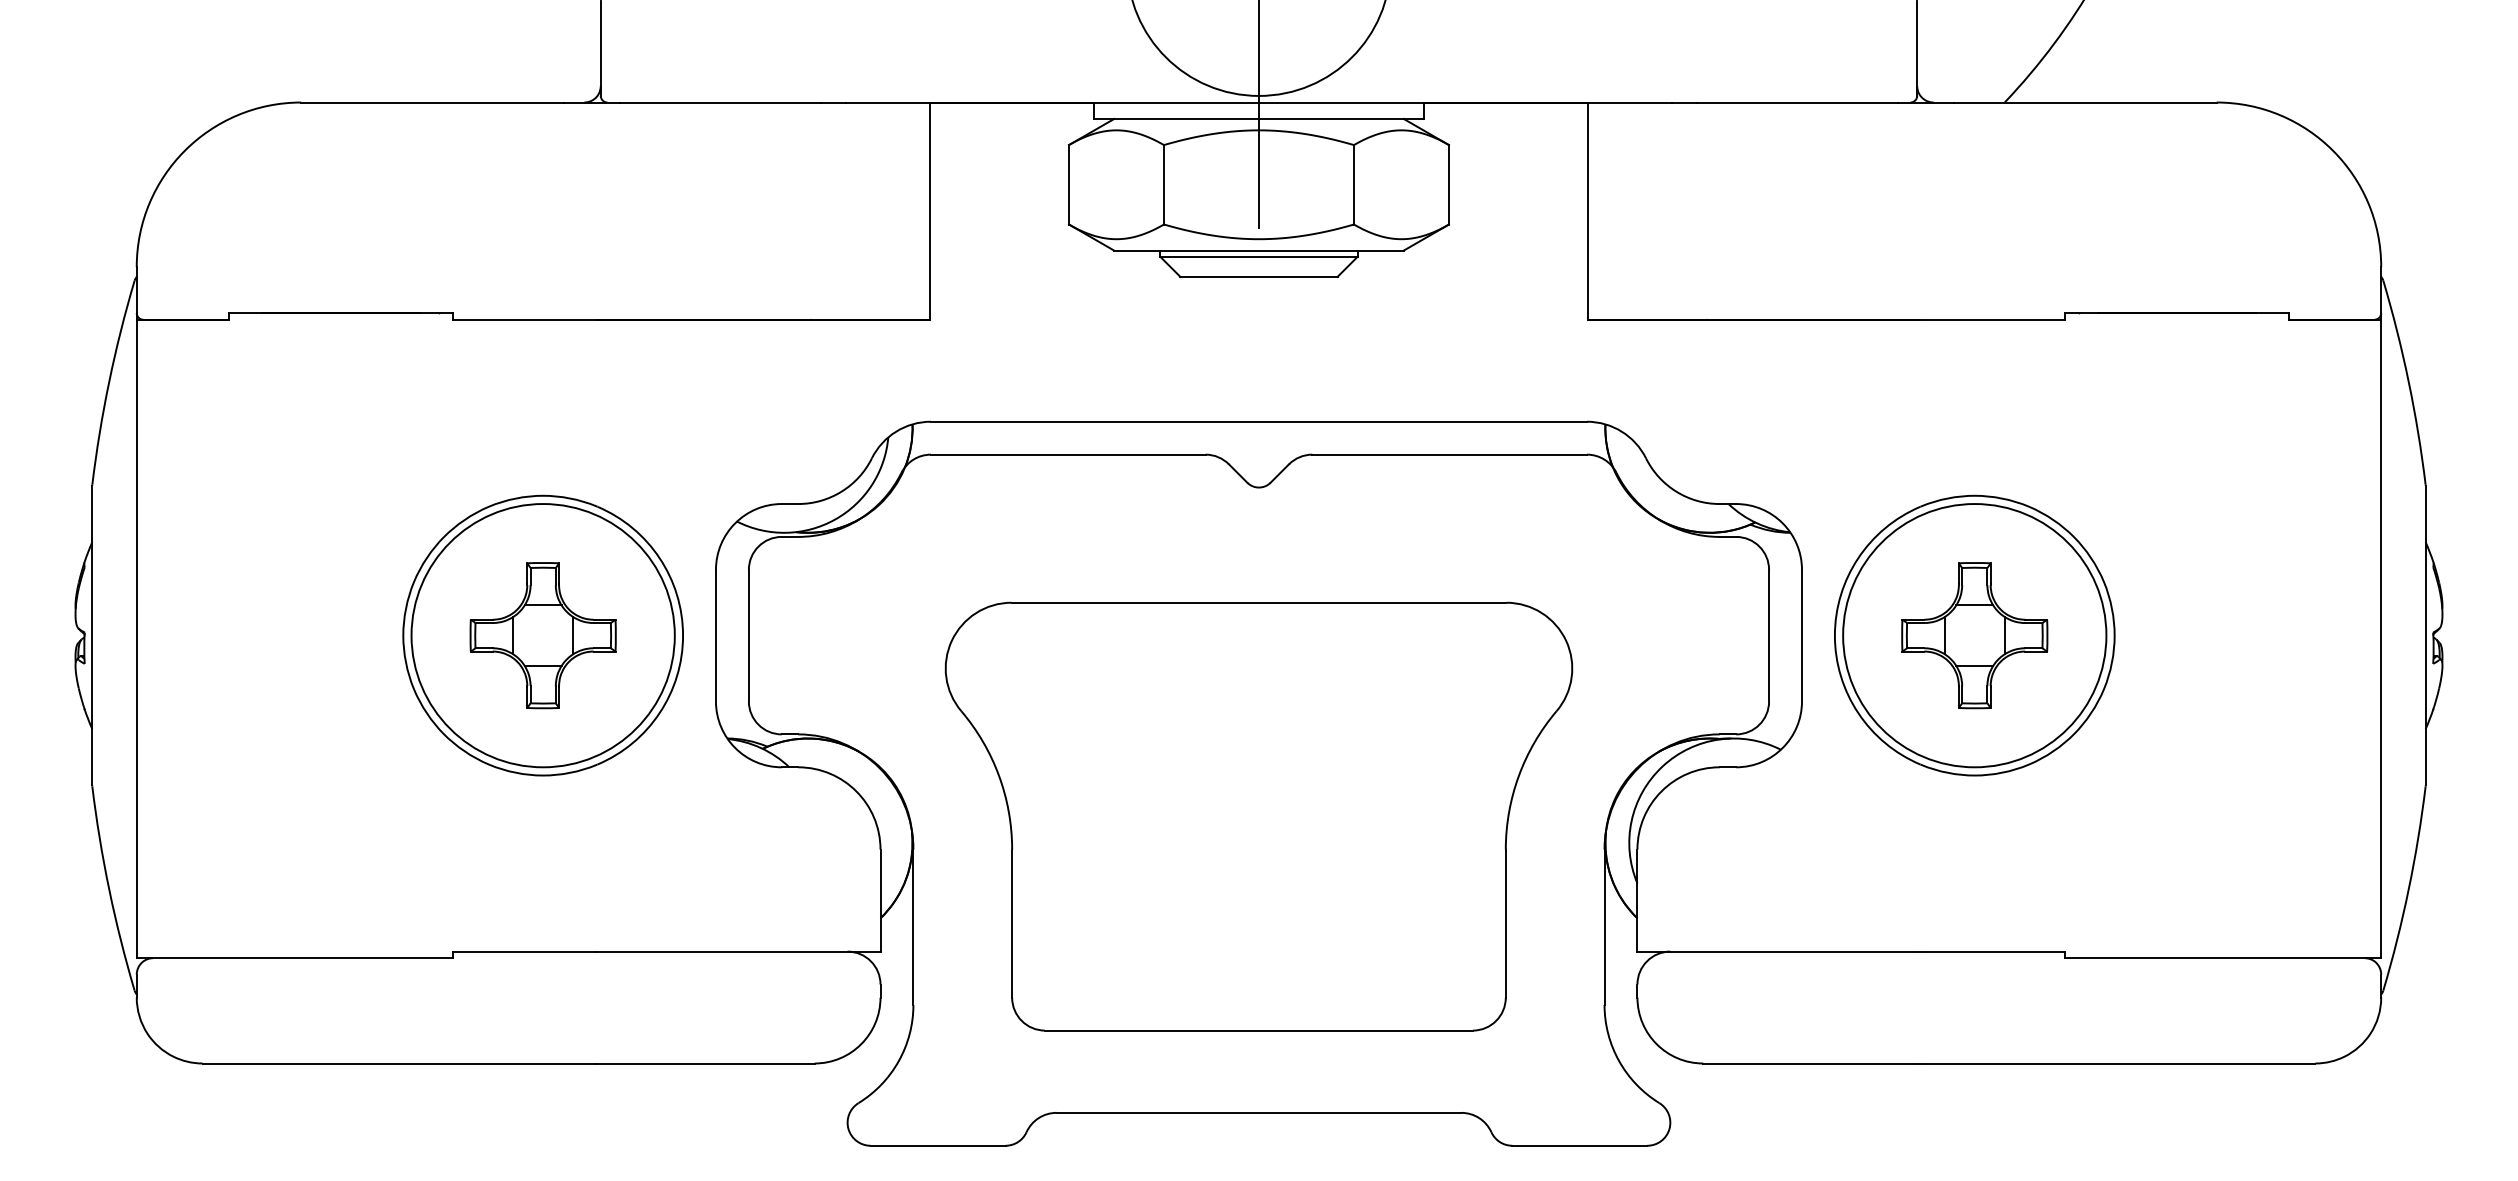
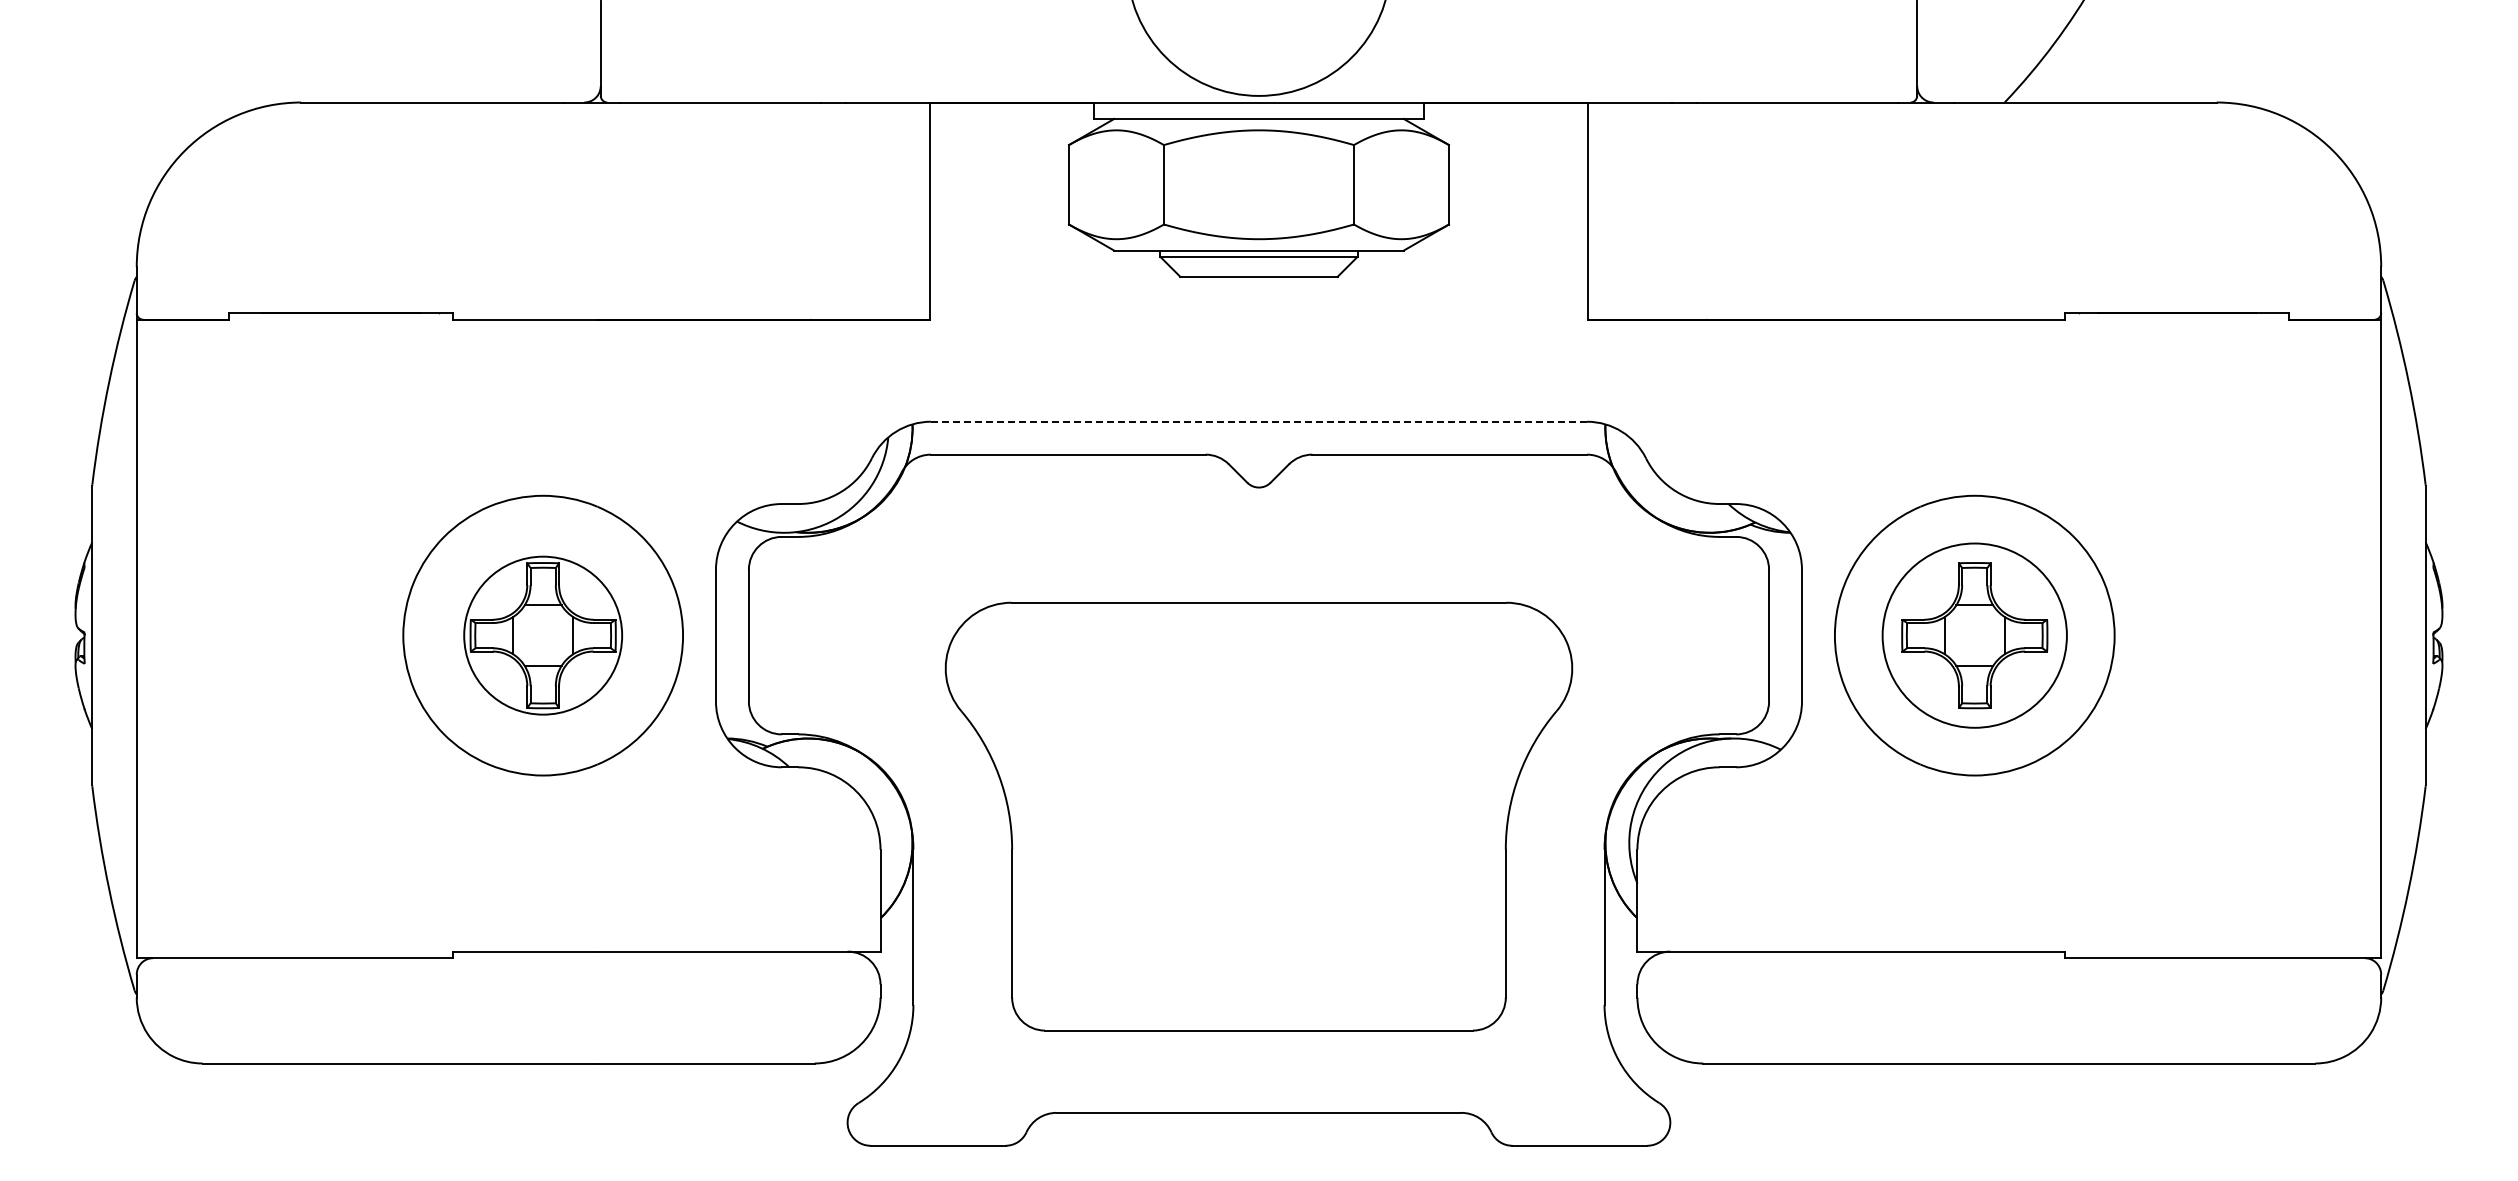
line at (1258, 114): present -> none
line at (1258, 421): solid -> dashed
circle at (542, 635) diameter: 263 px -> 158 px
circle at (1974, 635) diameter: 263 px -> 184 px
